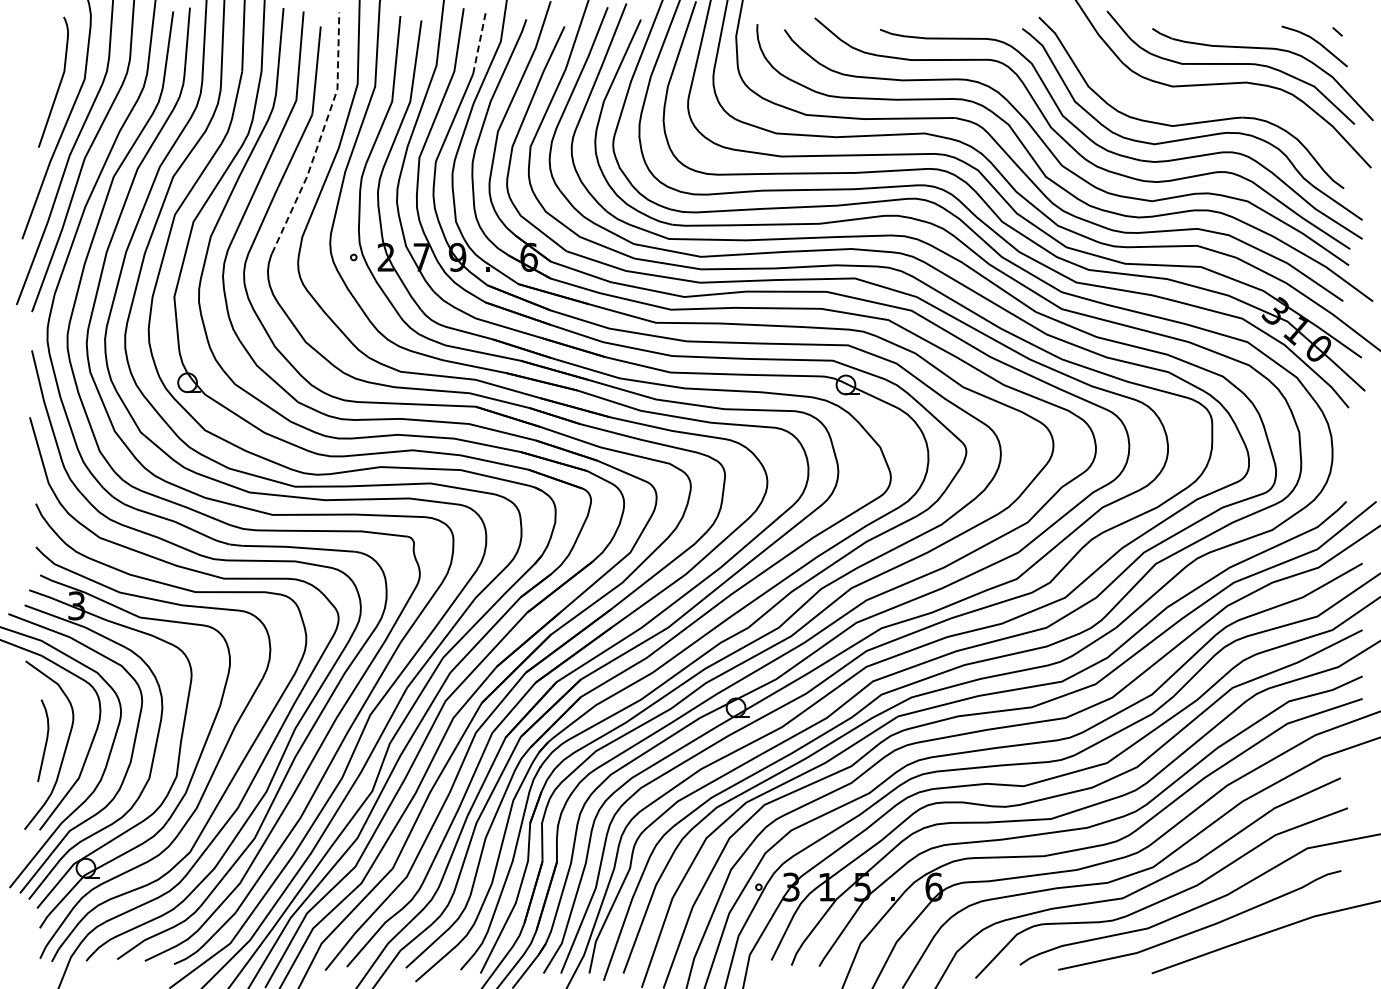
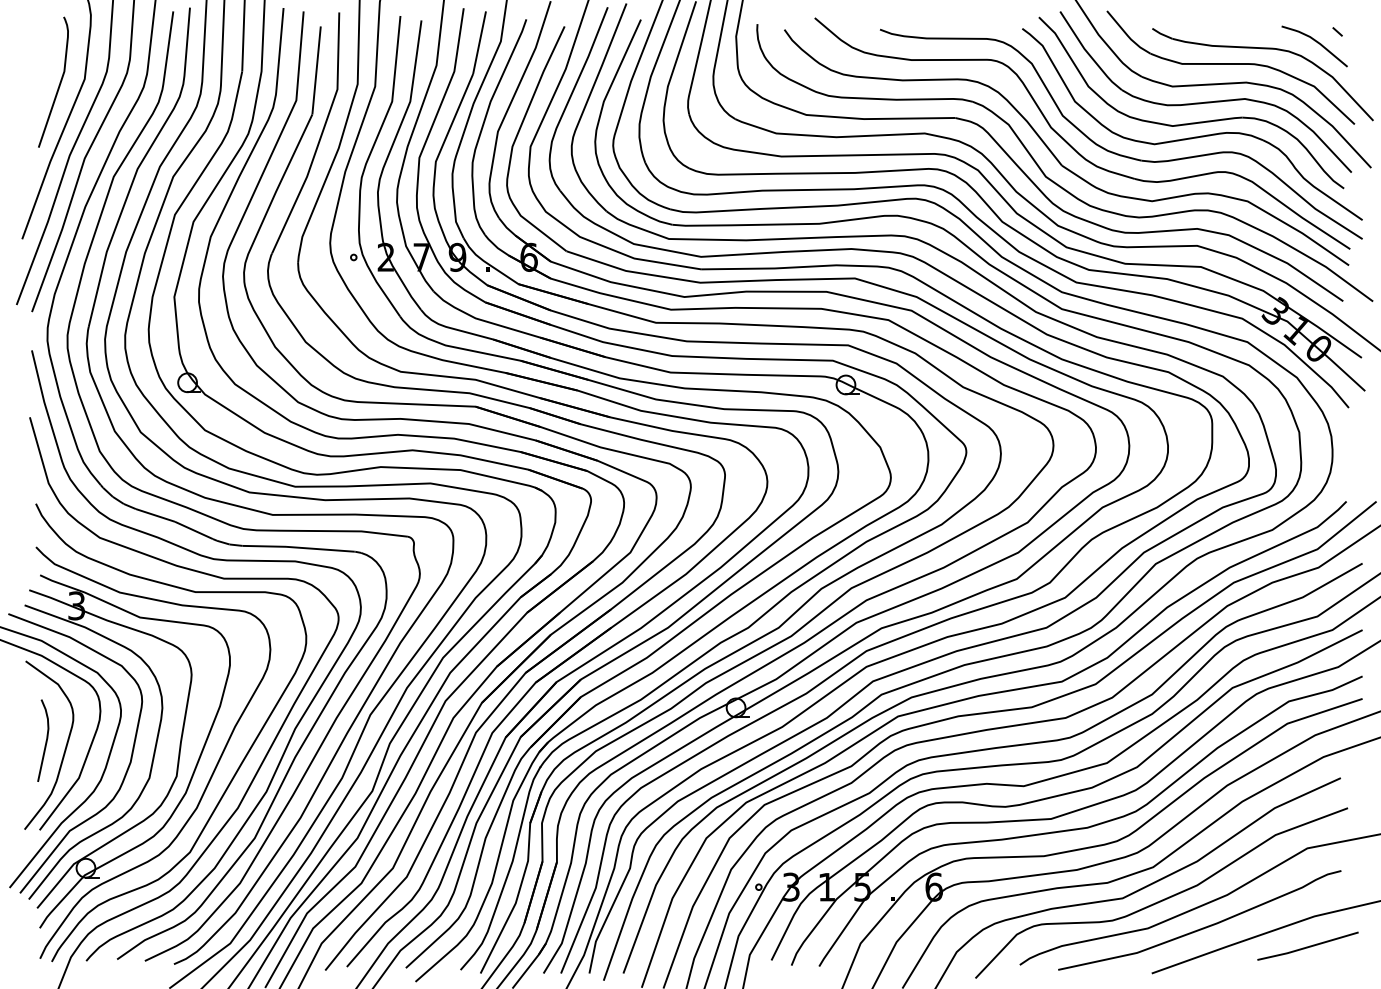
line at (479, 42): dashed -> solid
part at (1205, 101): none -> present
line at (321, 136): dashed -> solid
line at (1307, 946): none -> present
